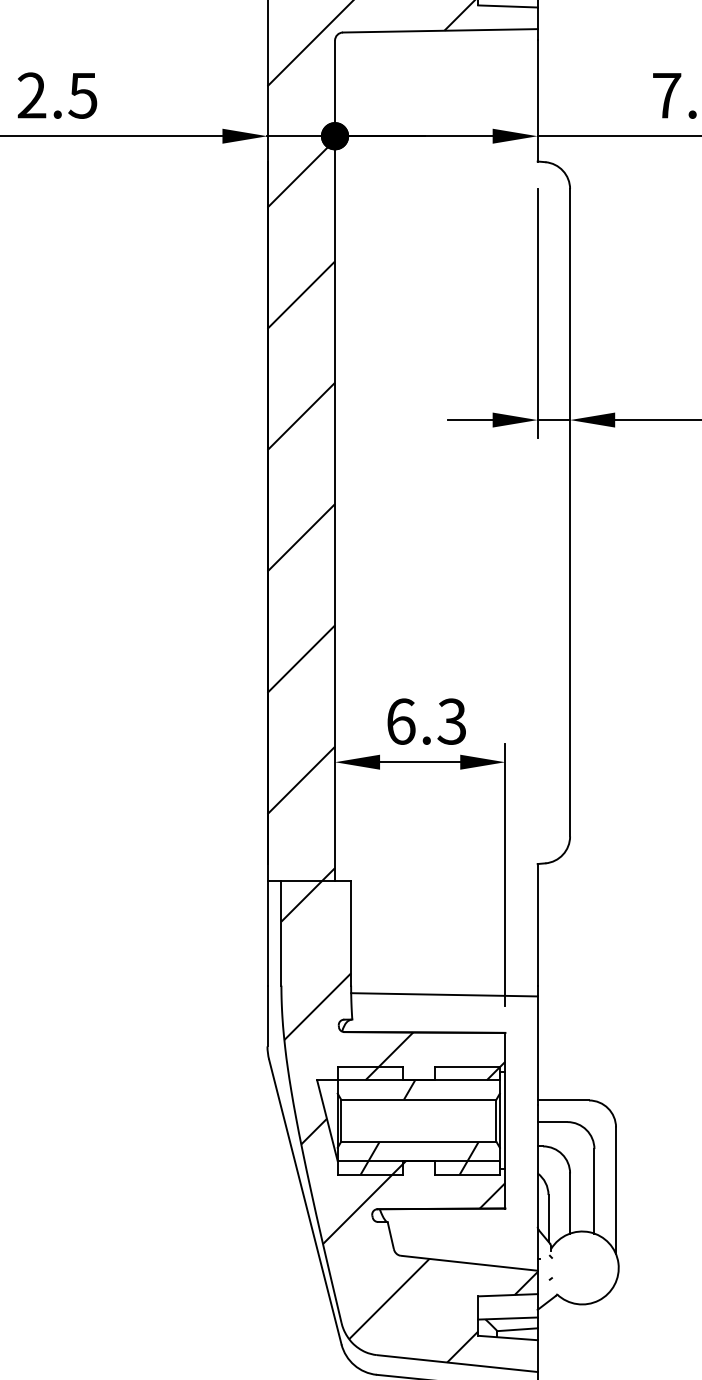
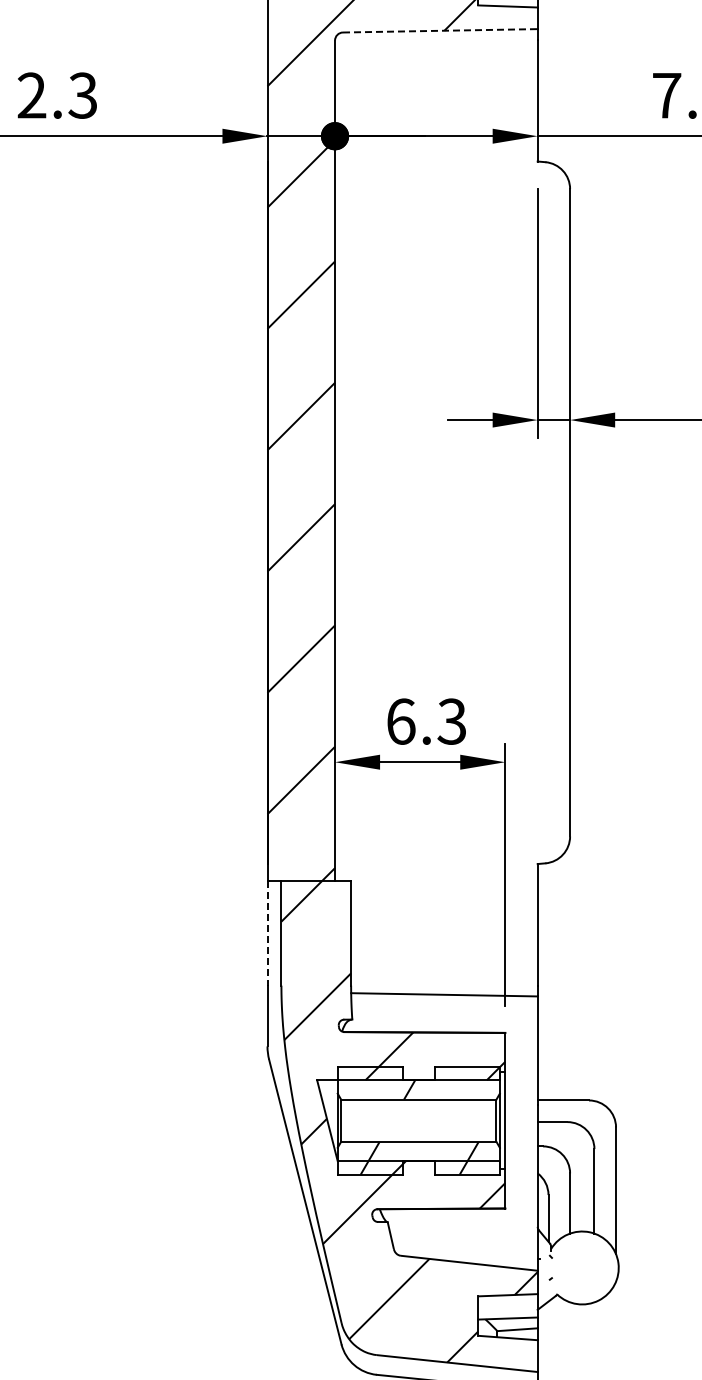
line at (440, 30): solid -> dashed
text at (82, 95): 2.5 -> 2.3
line at (267, 933): solid -> dashed
